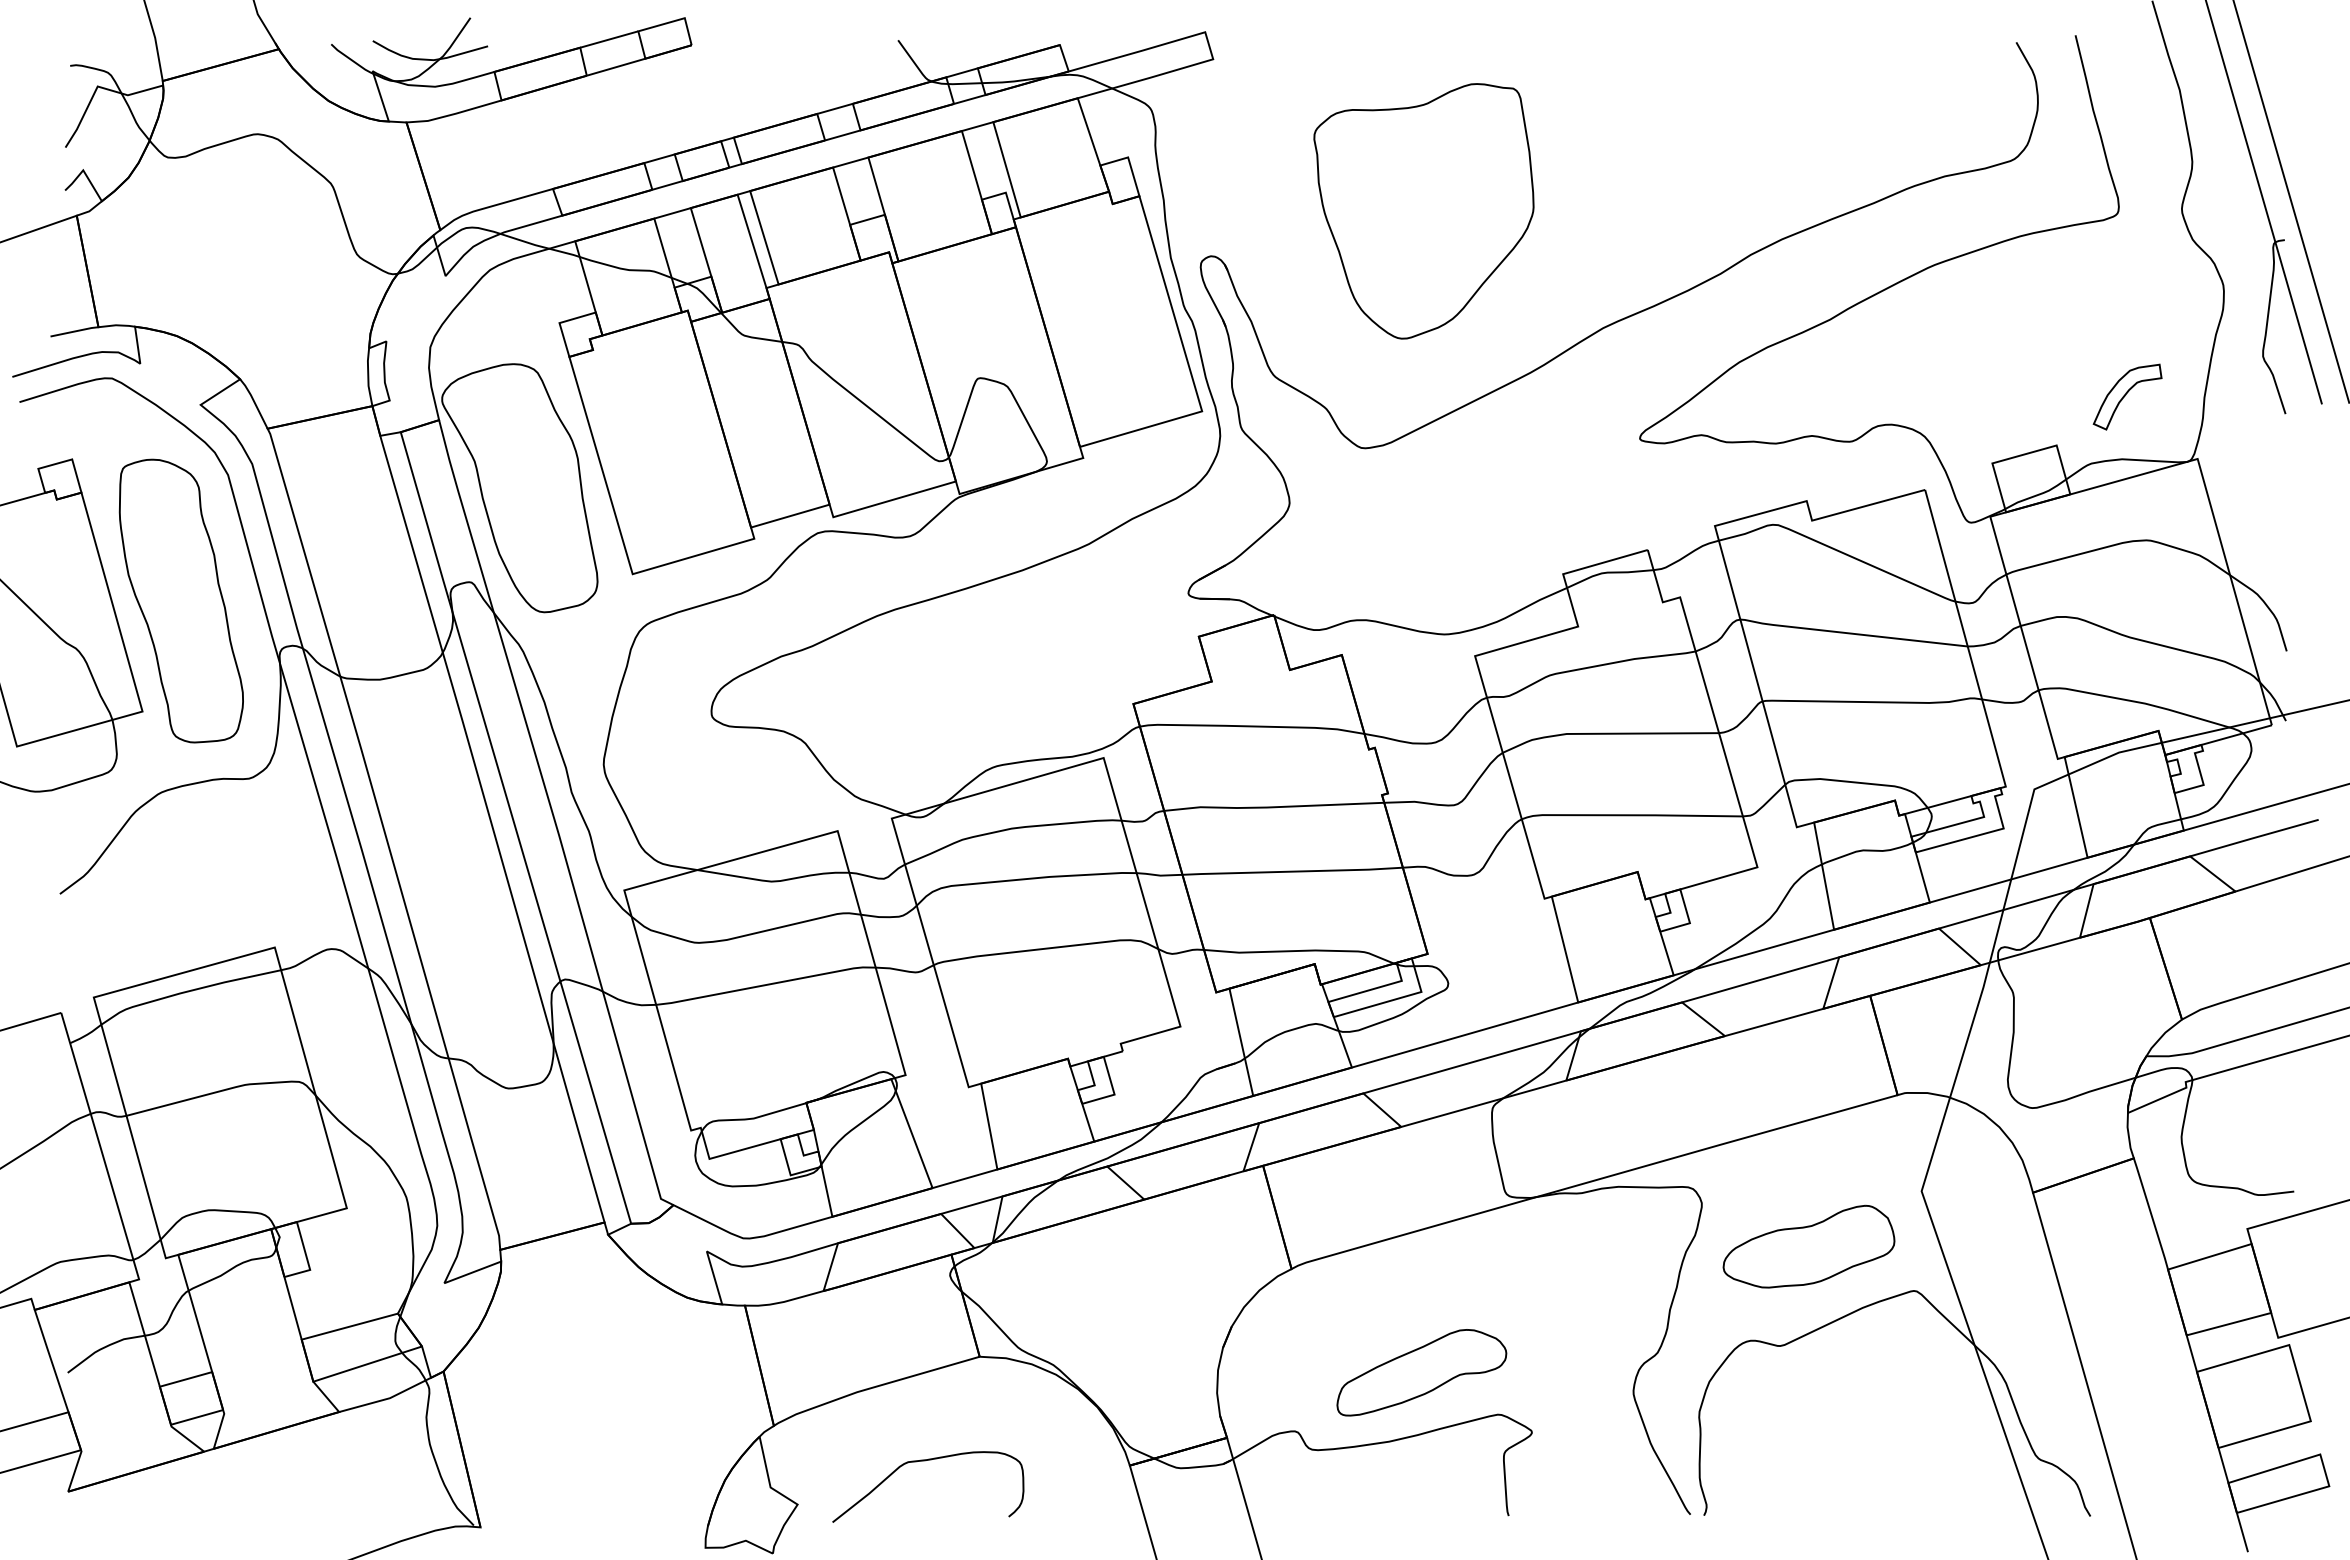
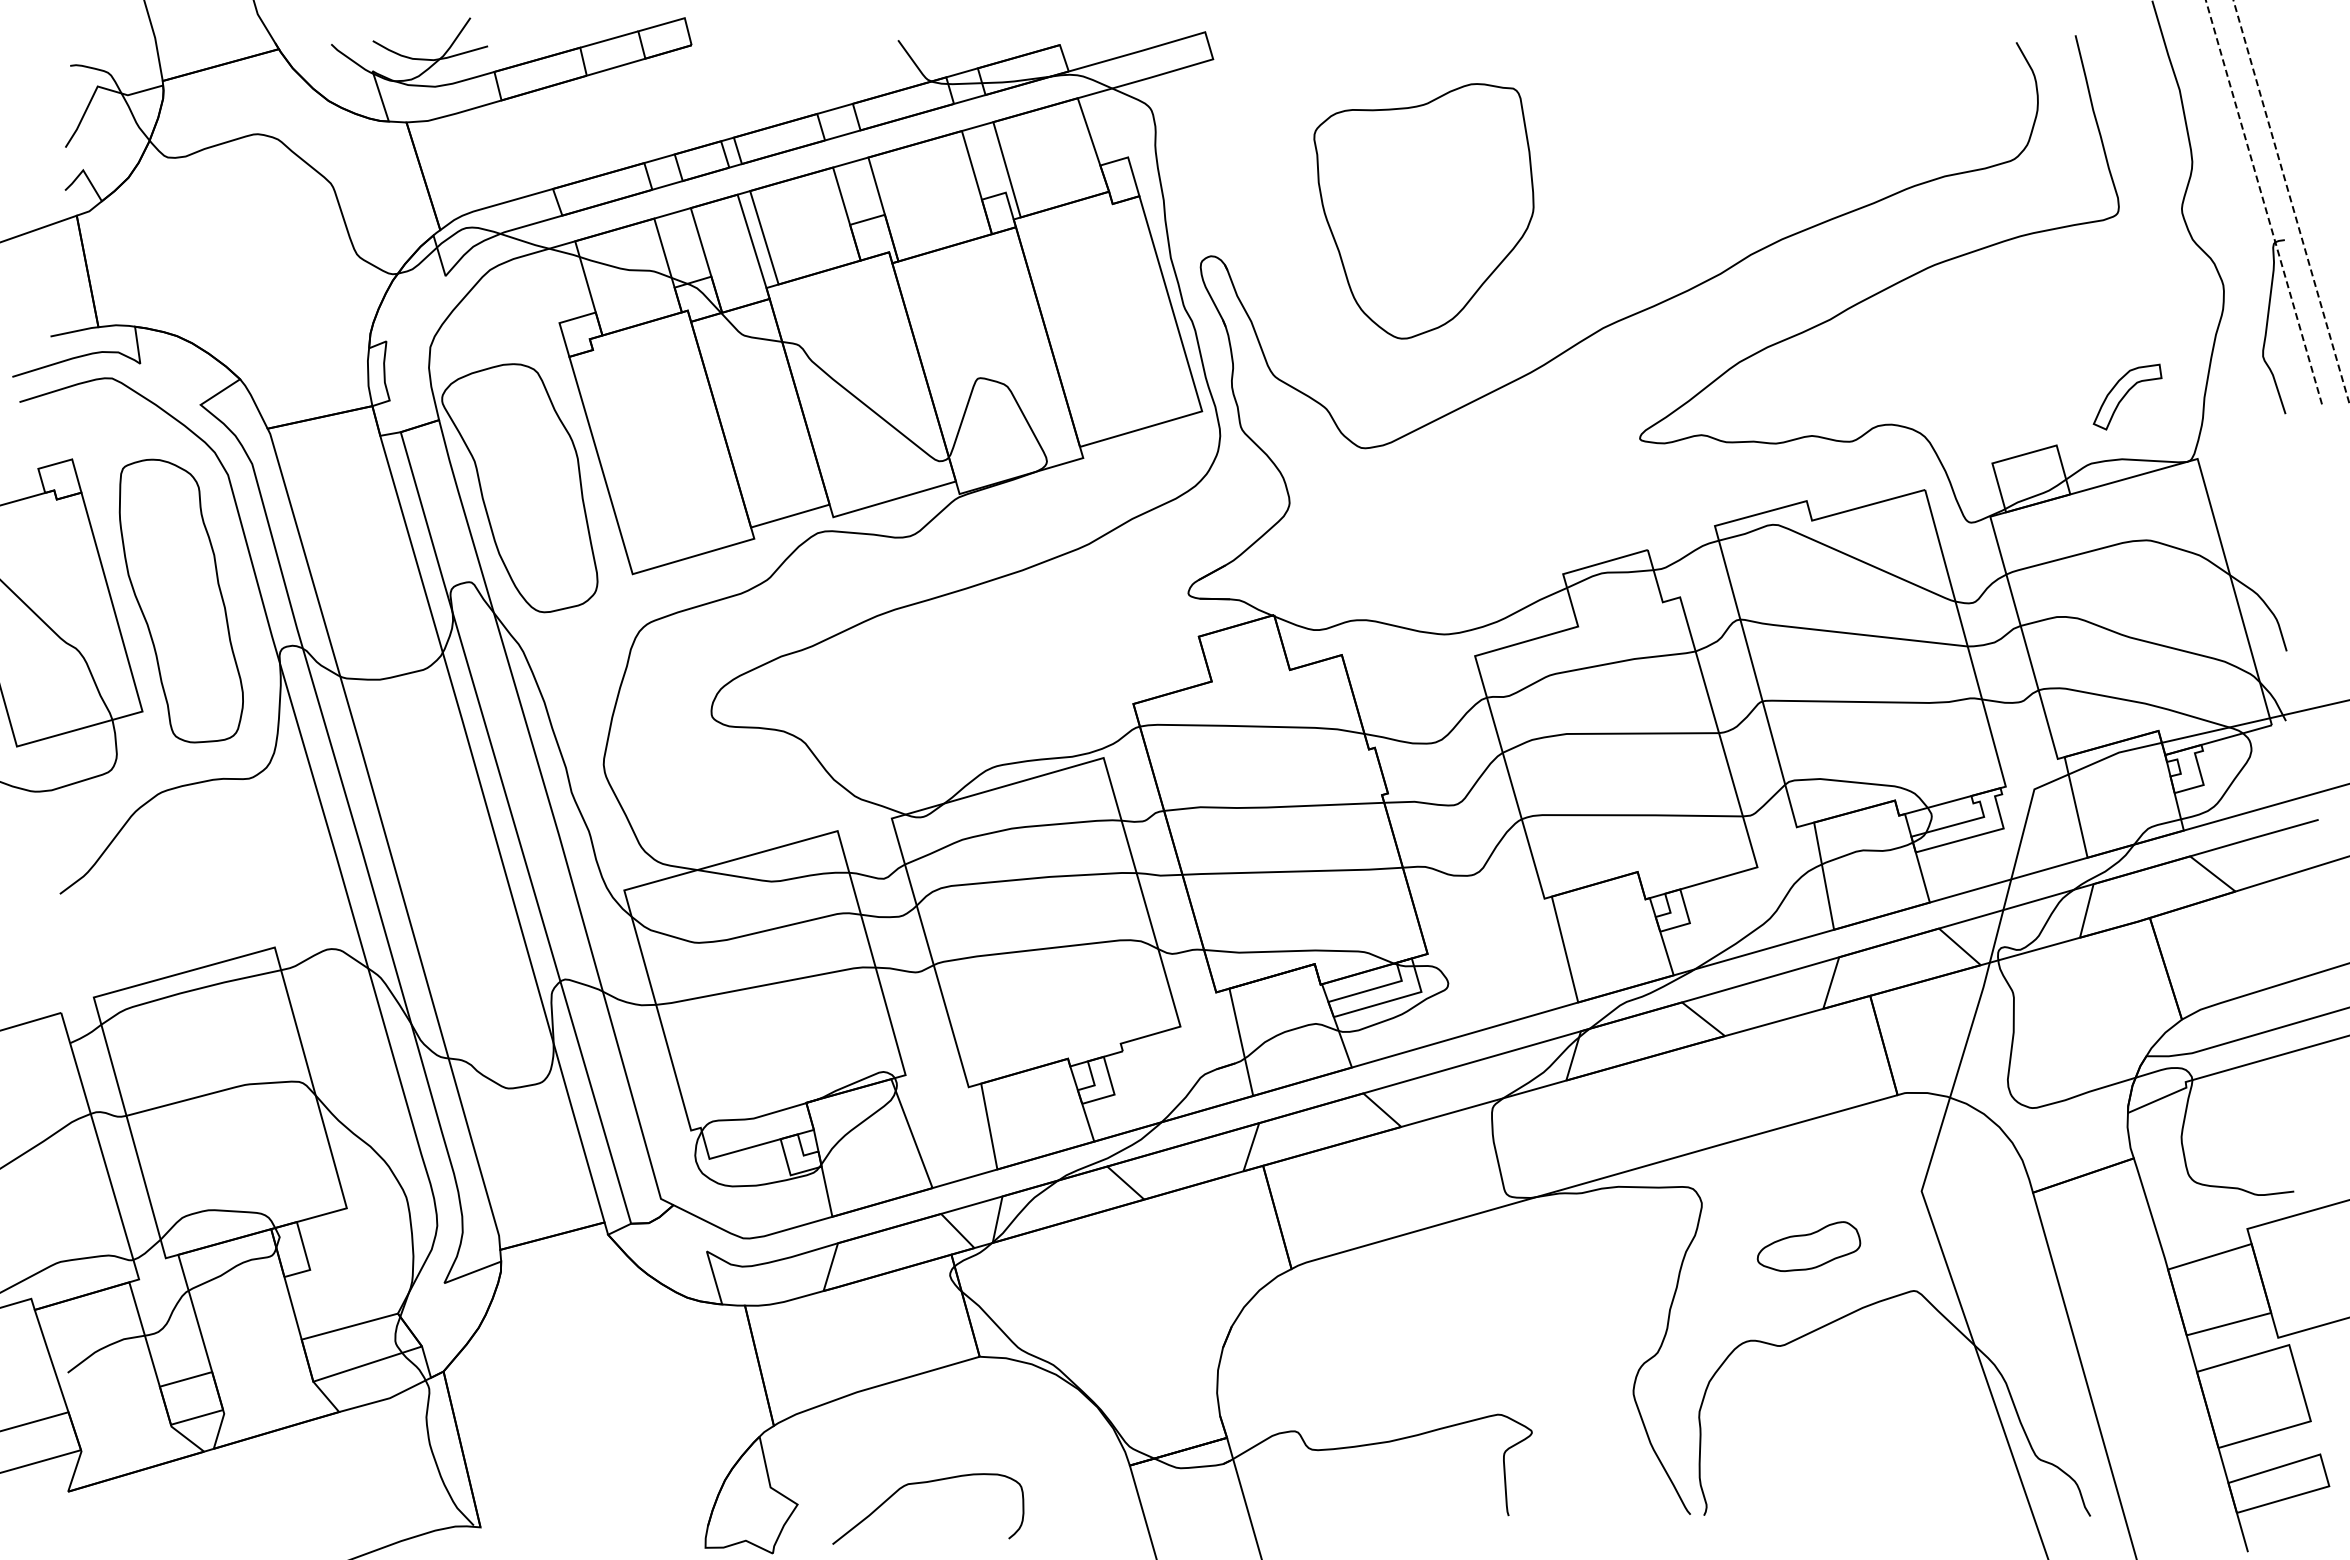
line at (2263, 201): solid -> dashed
line at (2291, 202): solid -> dashed
part at (1808, 1246) size: 174x85 px -> 106x52 px
part at (1421, 1372): present -> none
curve at (925, 1461) position: (925, 1461) -> (925, 1483)
